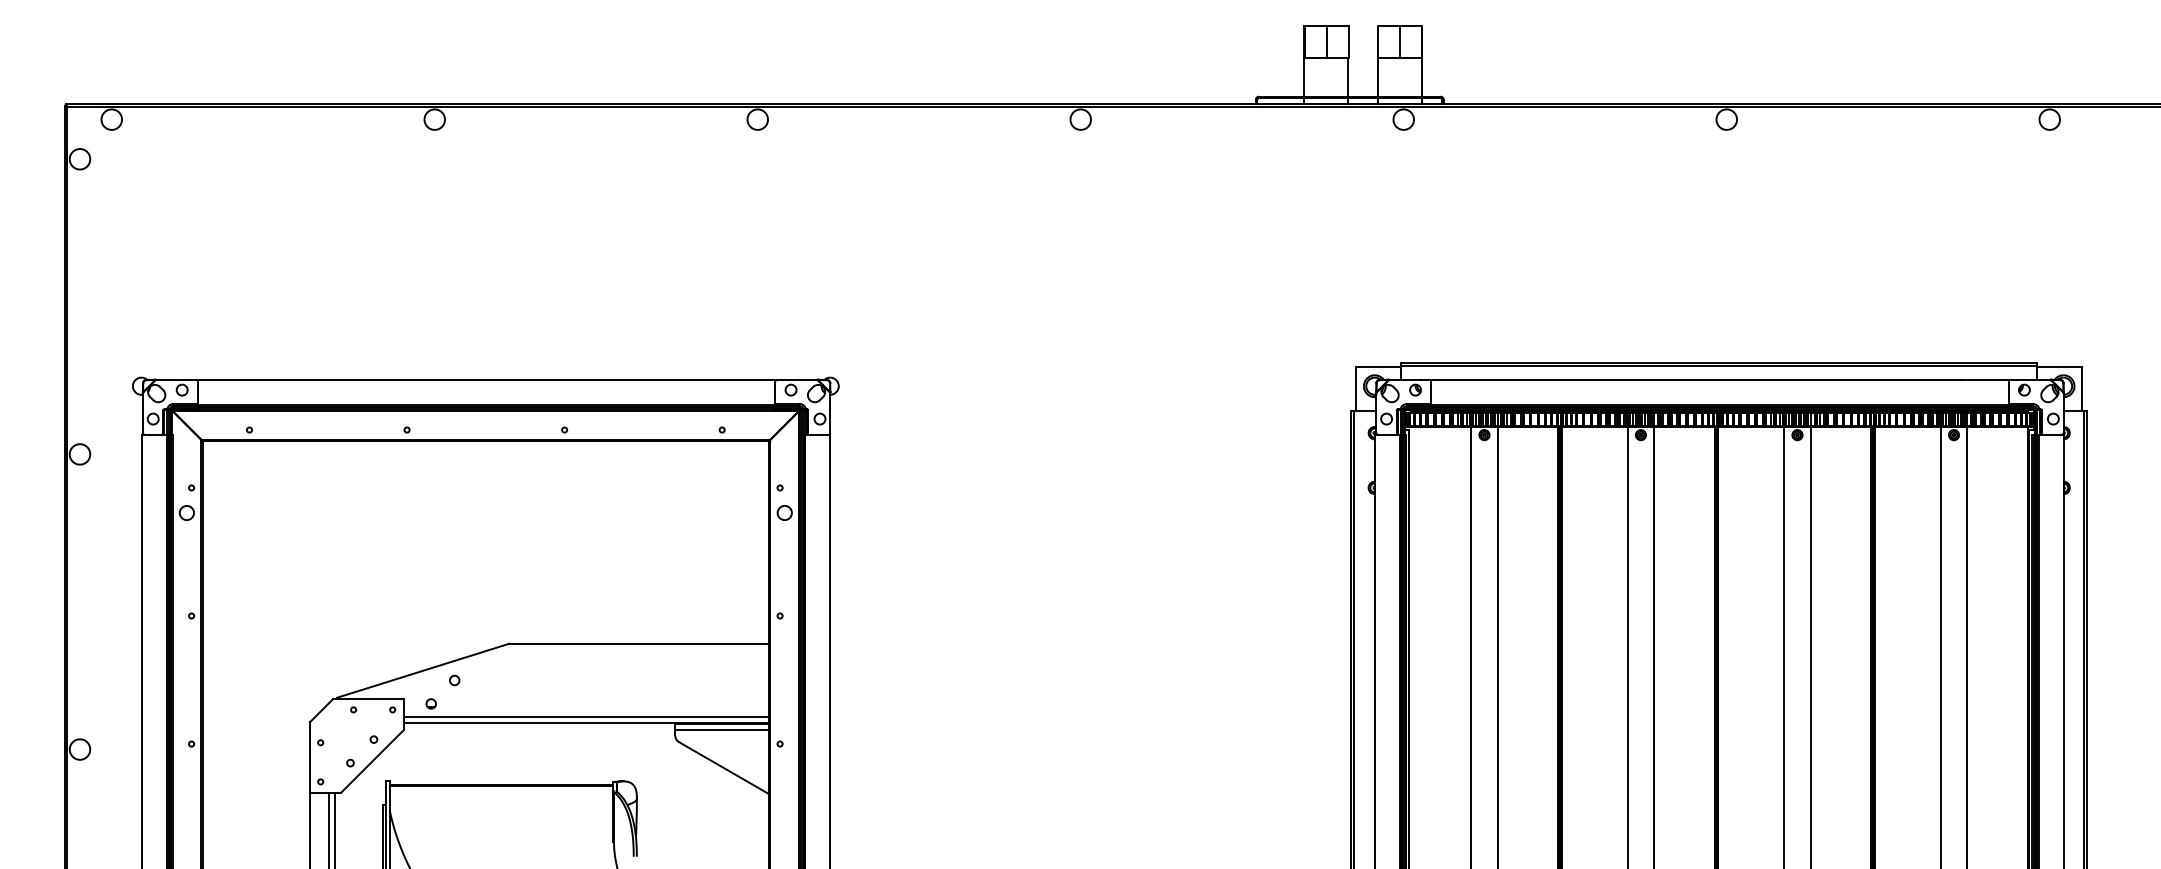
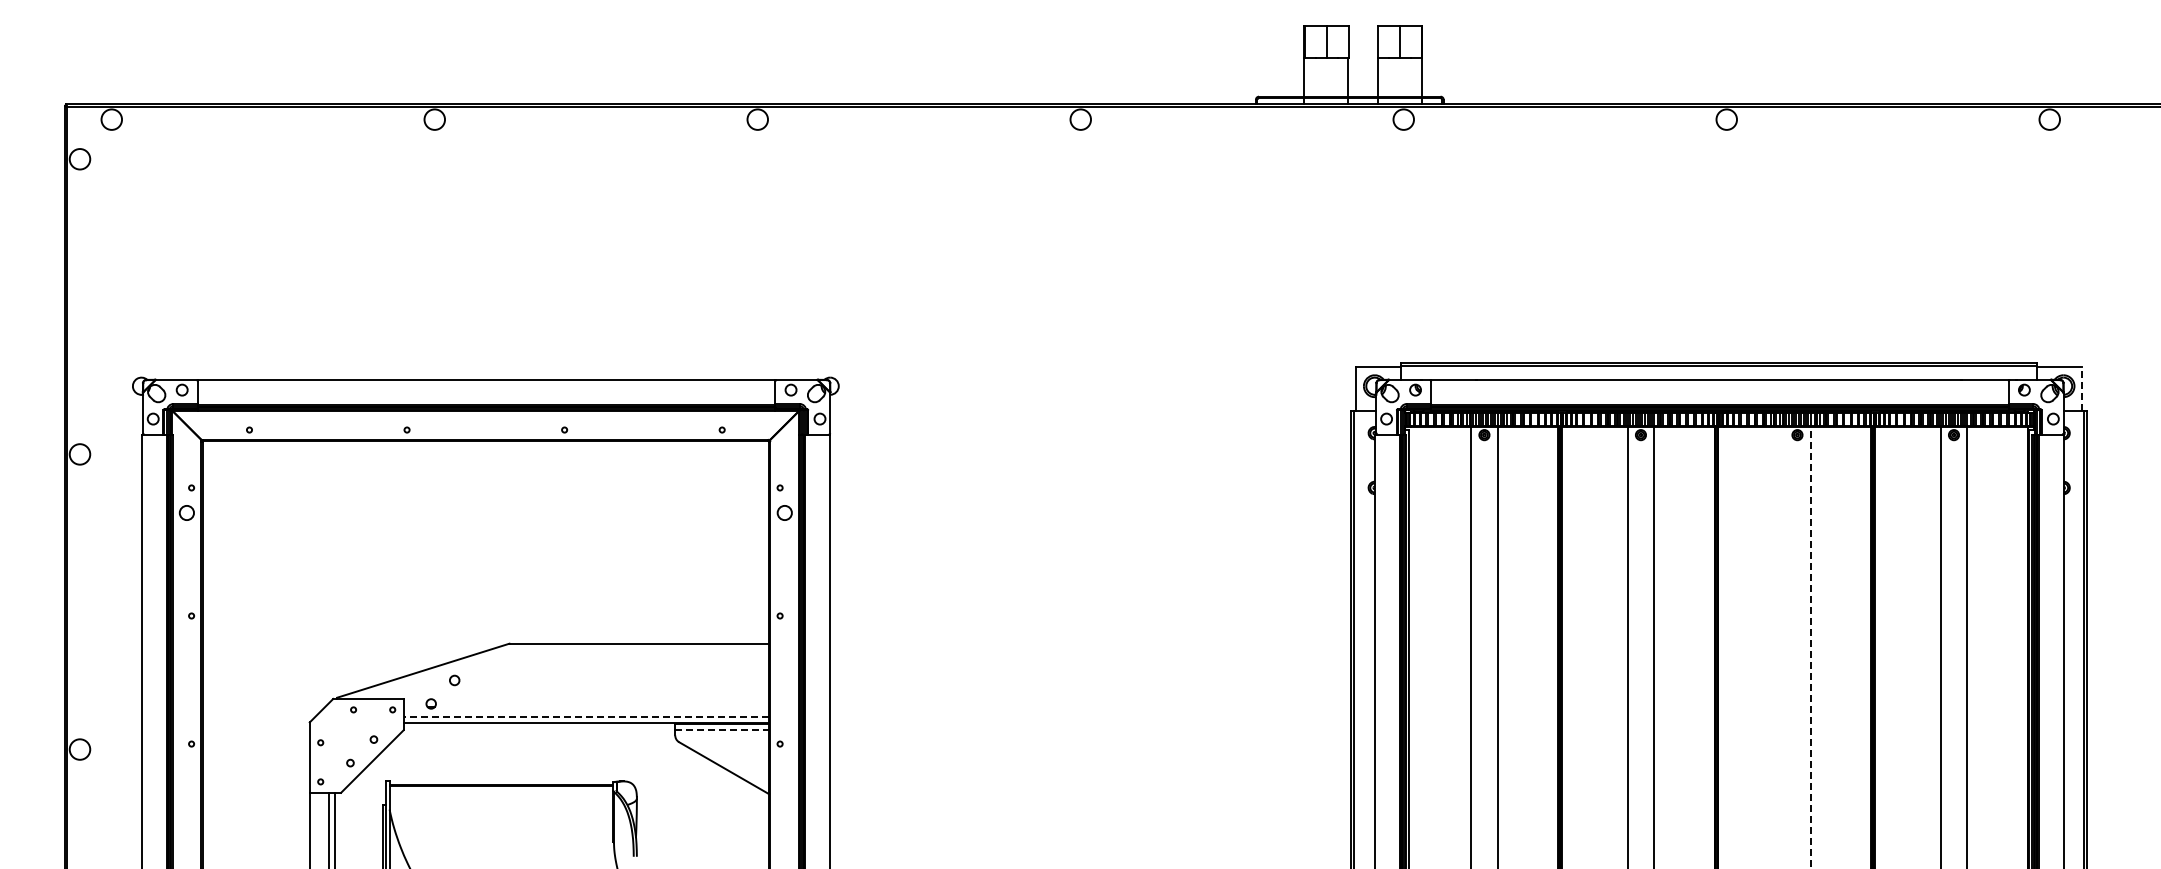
line at (2082, 389): solid -> dashed
line at (1784, 646): present -> none
line at (1810, 647): solid -> dashed
line at (586, 717): solid -> dashed
line at (722, 729): solid -> dashed
